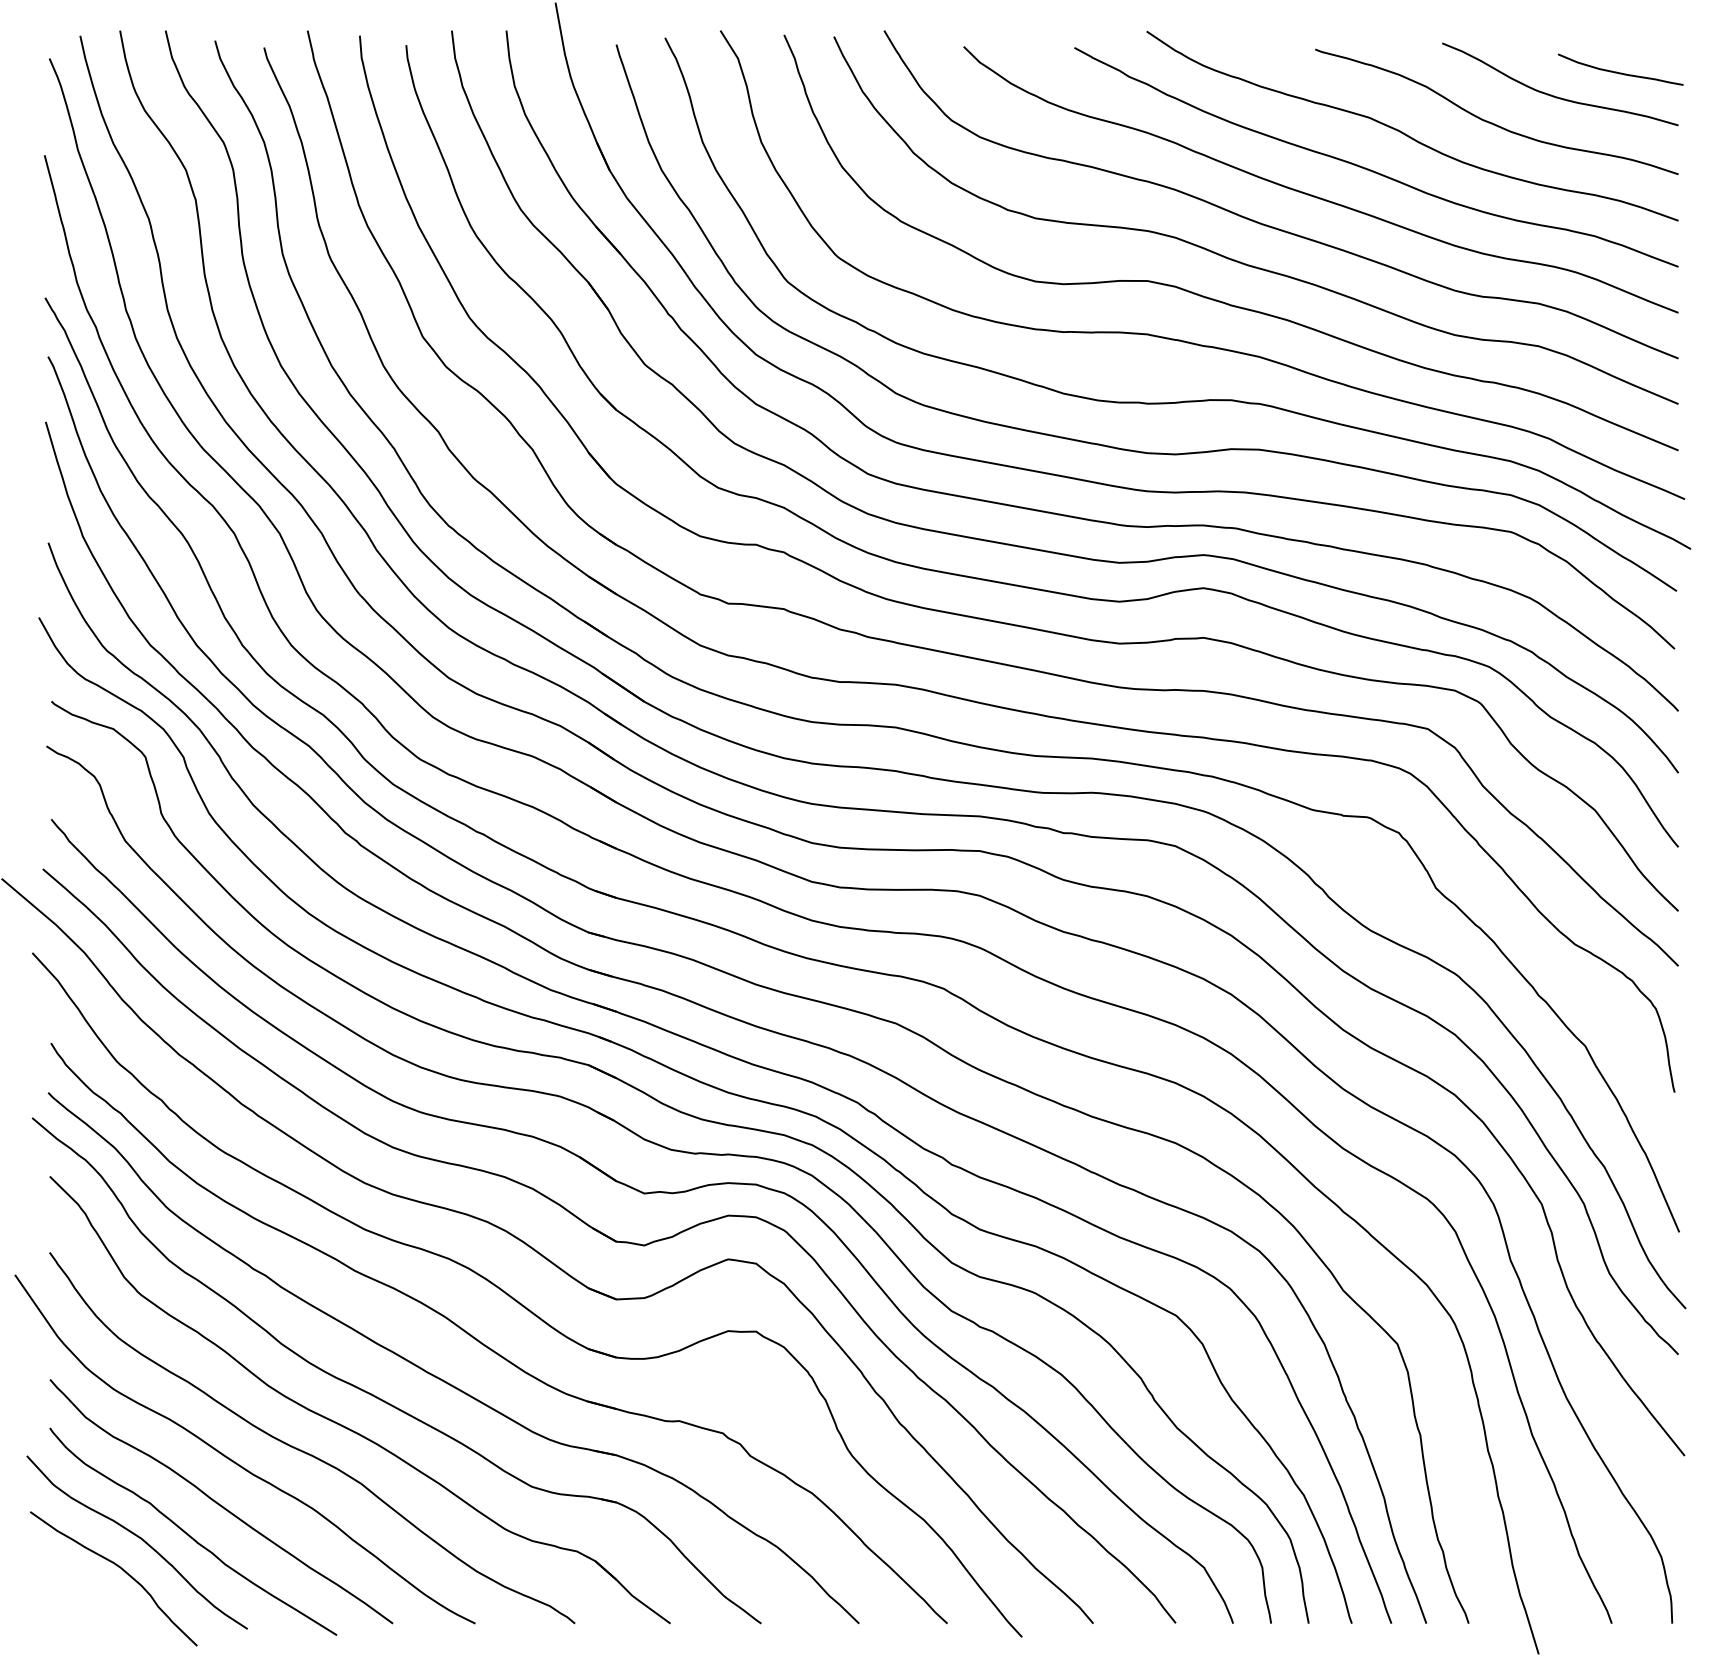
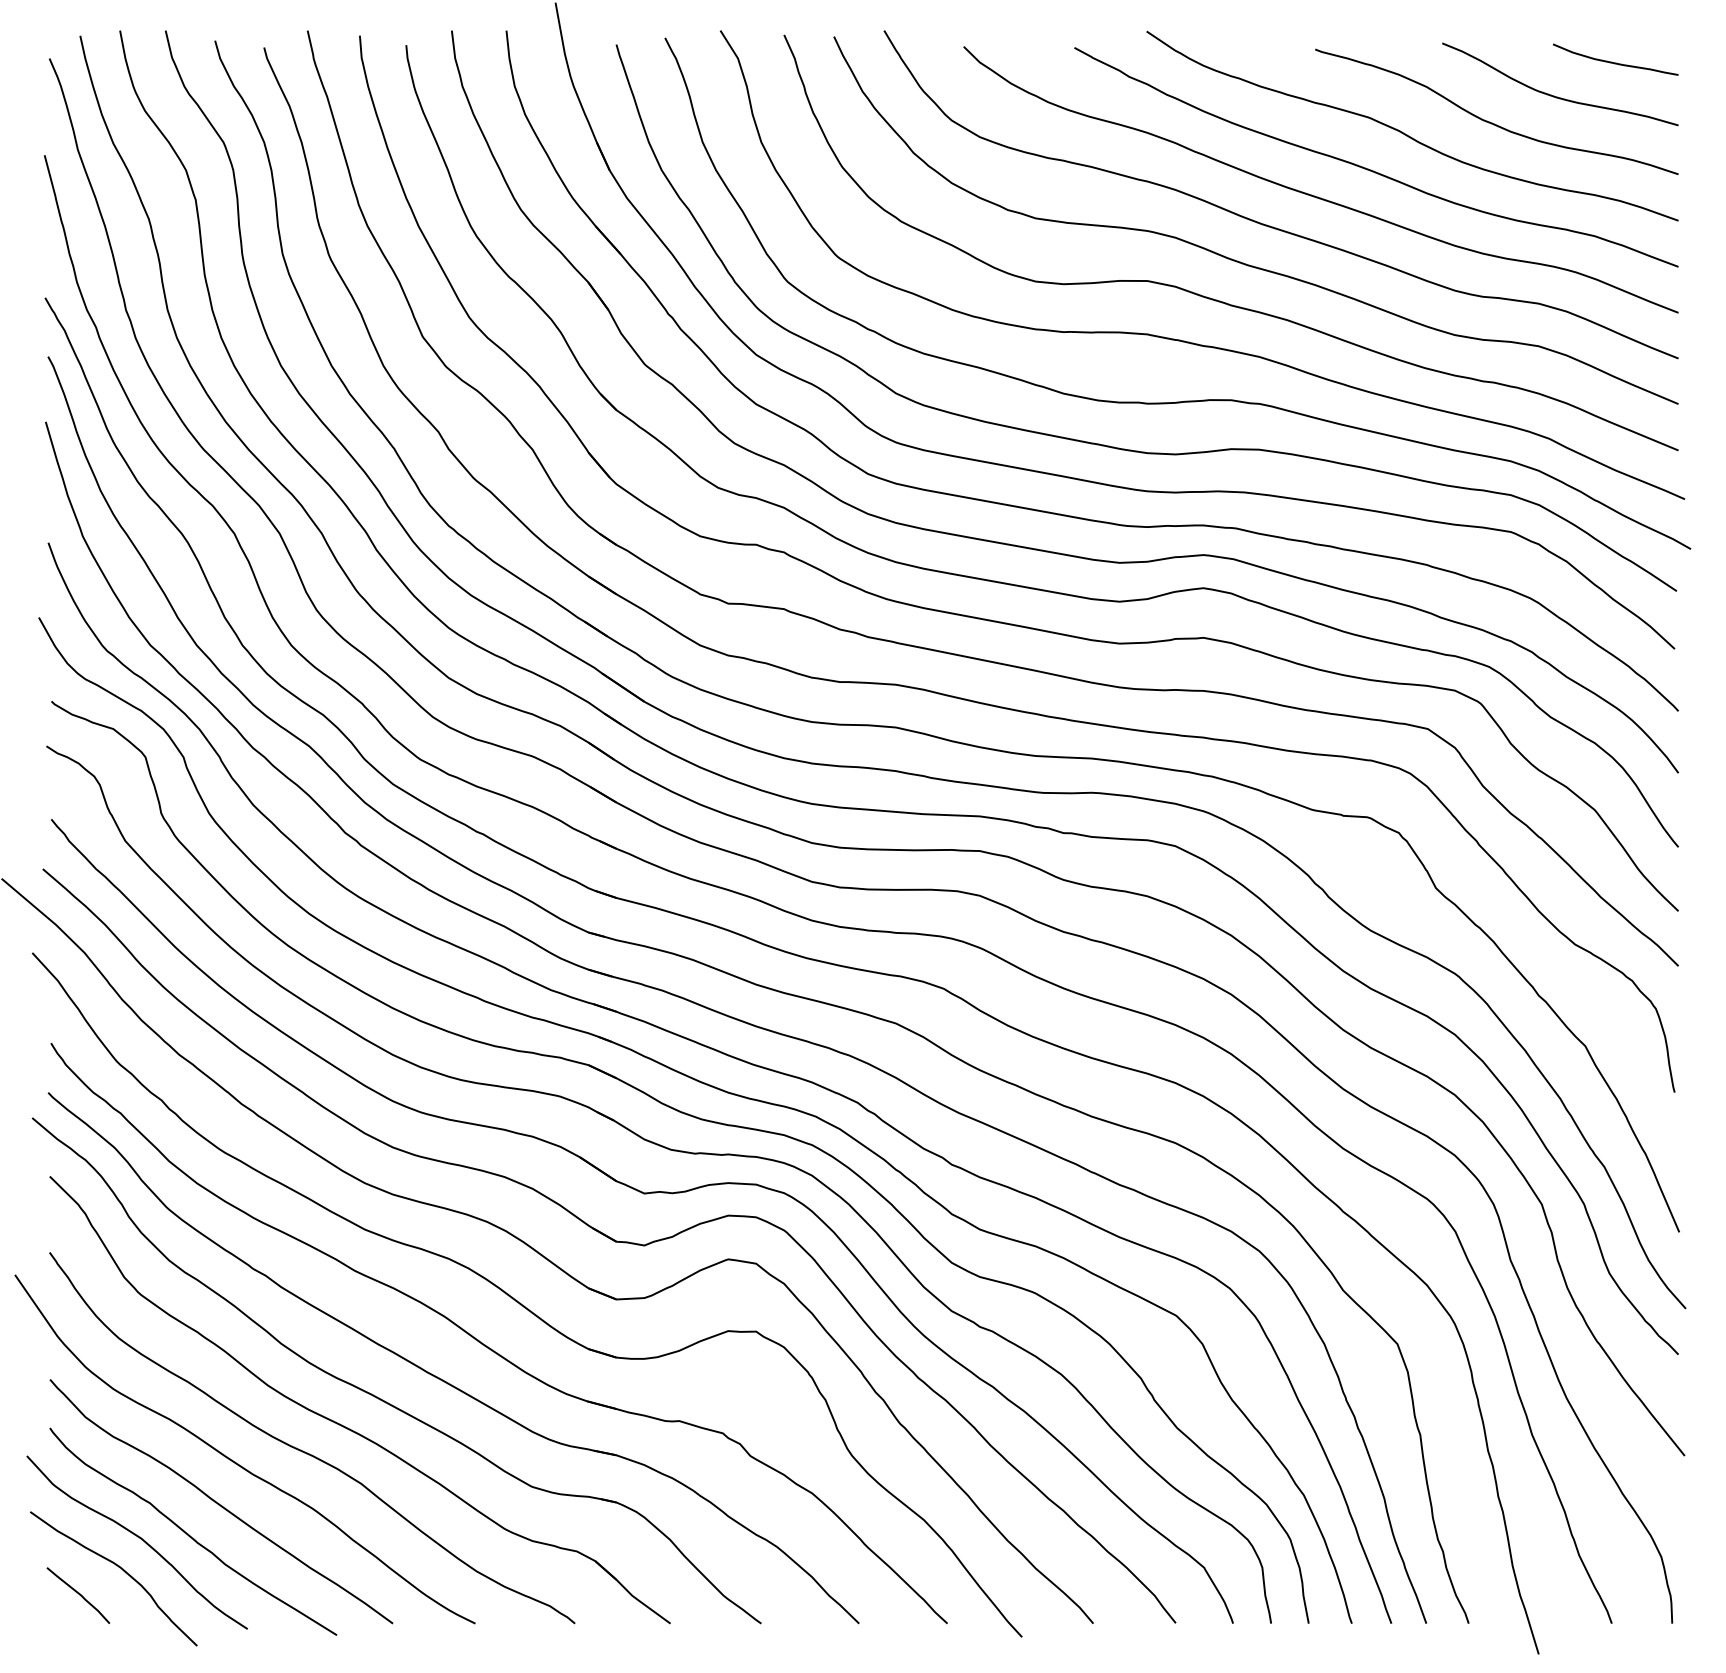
curve at (1620, 72) position: (1620, 72) -> (1615, 62)
curve at (78, 1594): none -> present
